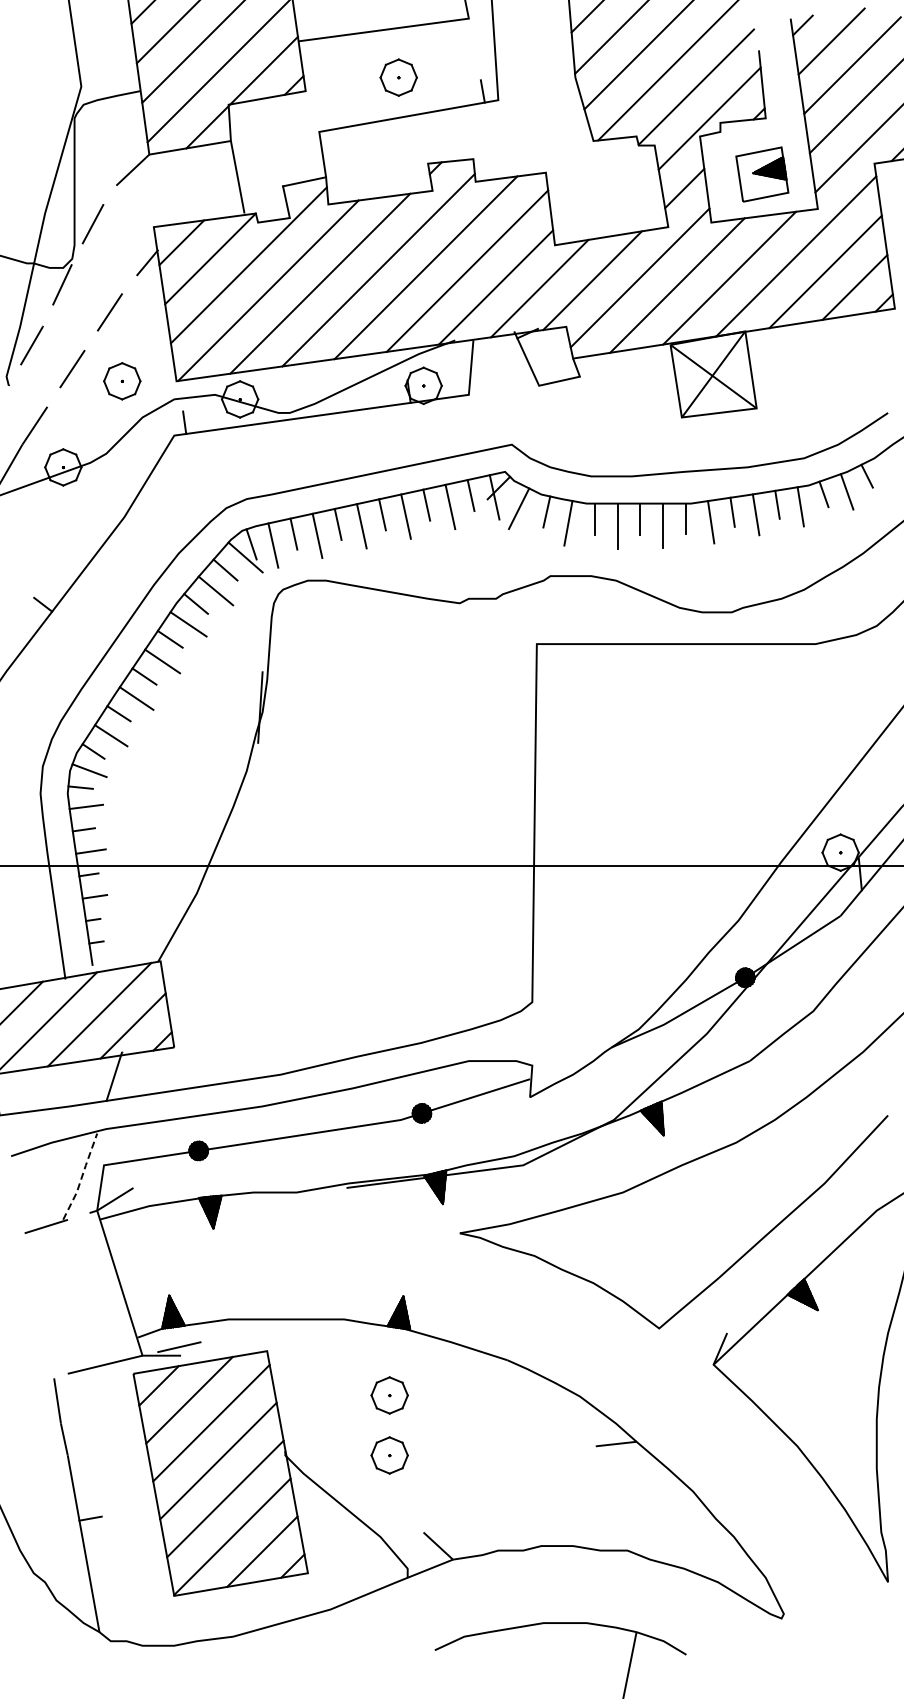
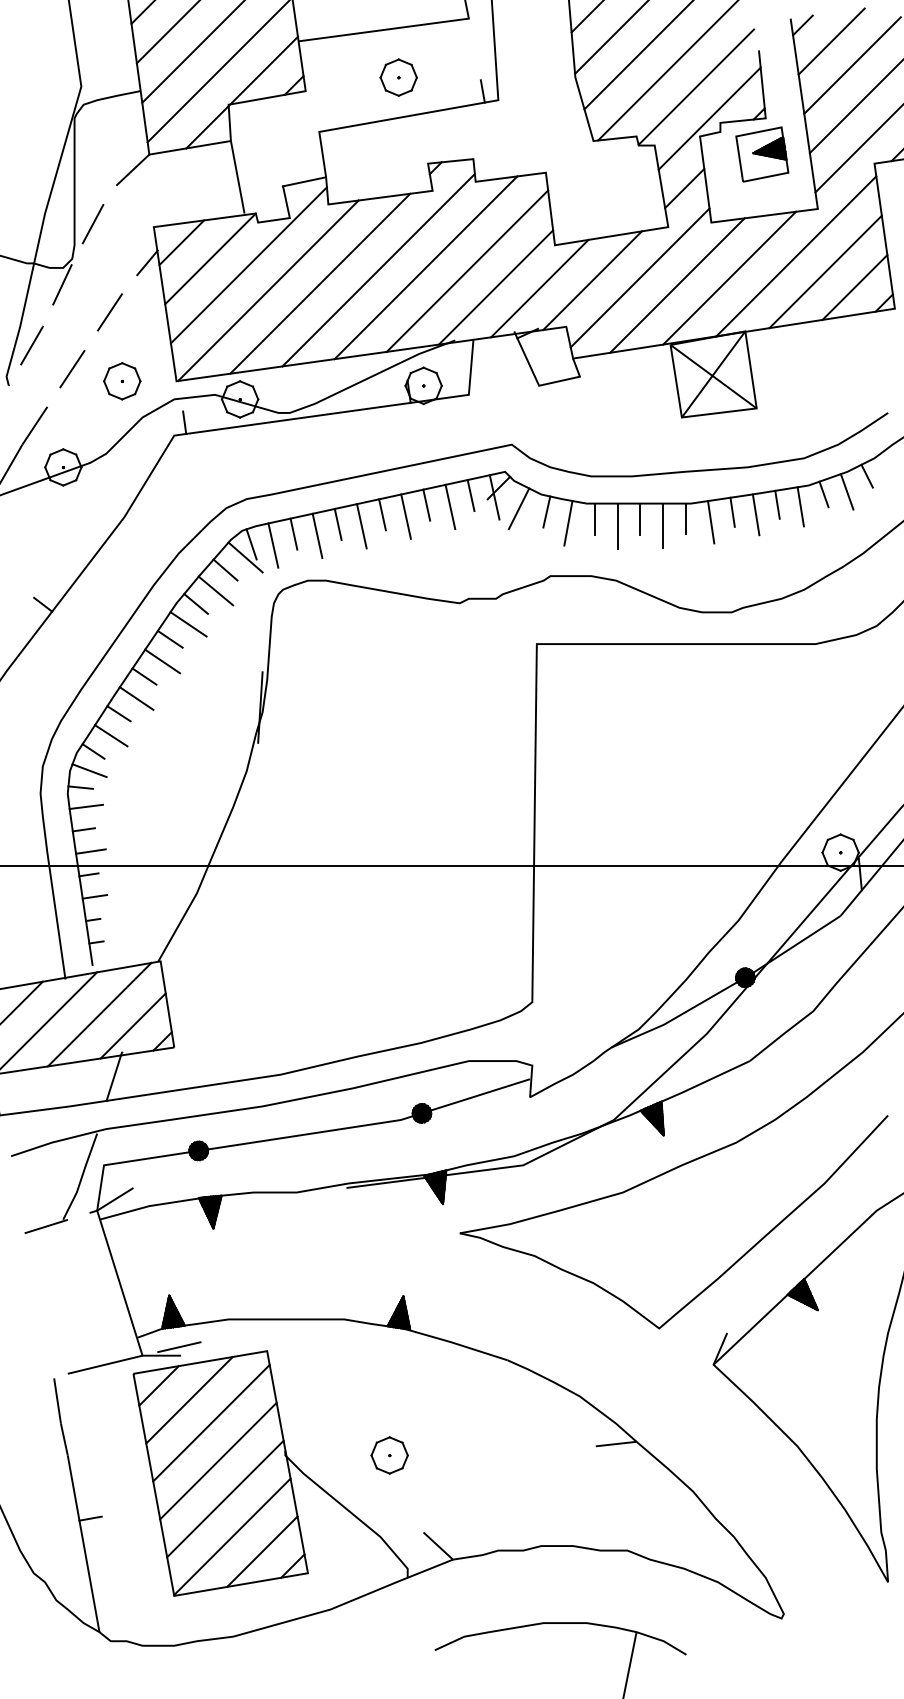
part at (762, 174) position: (762, 174) -> (762, 154)
line at (81, 1177): dashed -> solid
part at (389, 1395): present -> none
